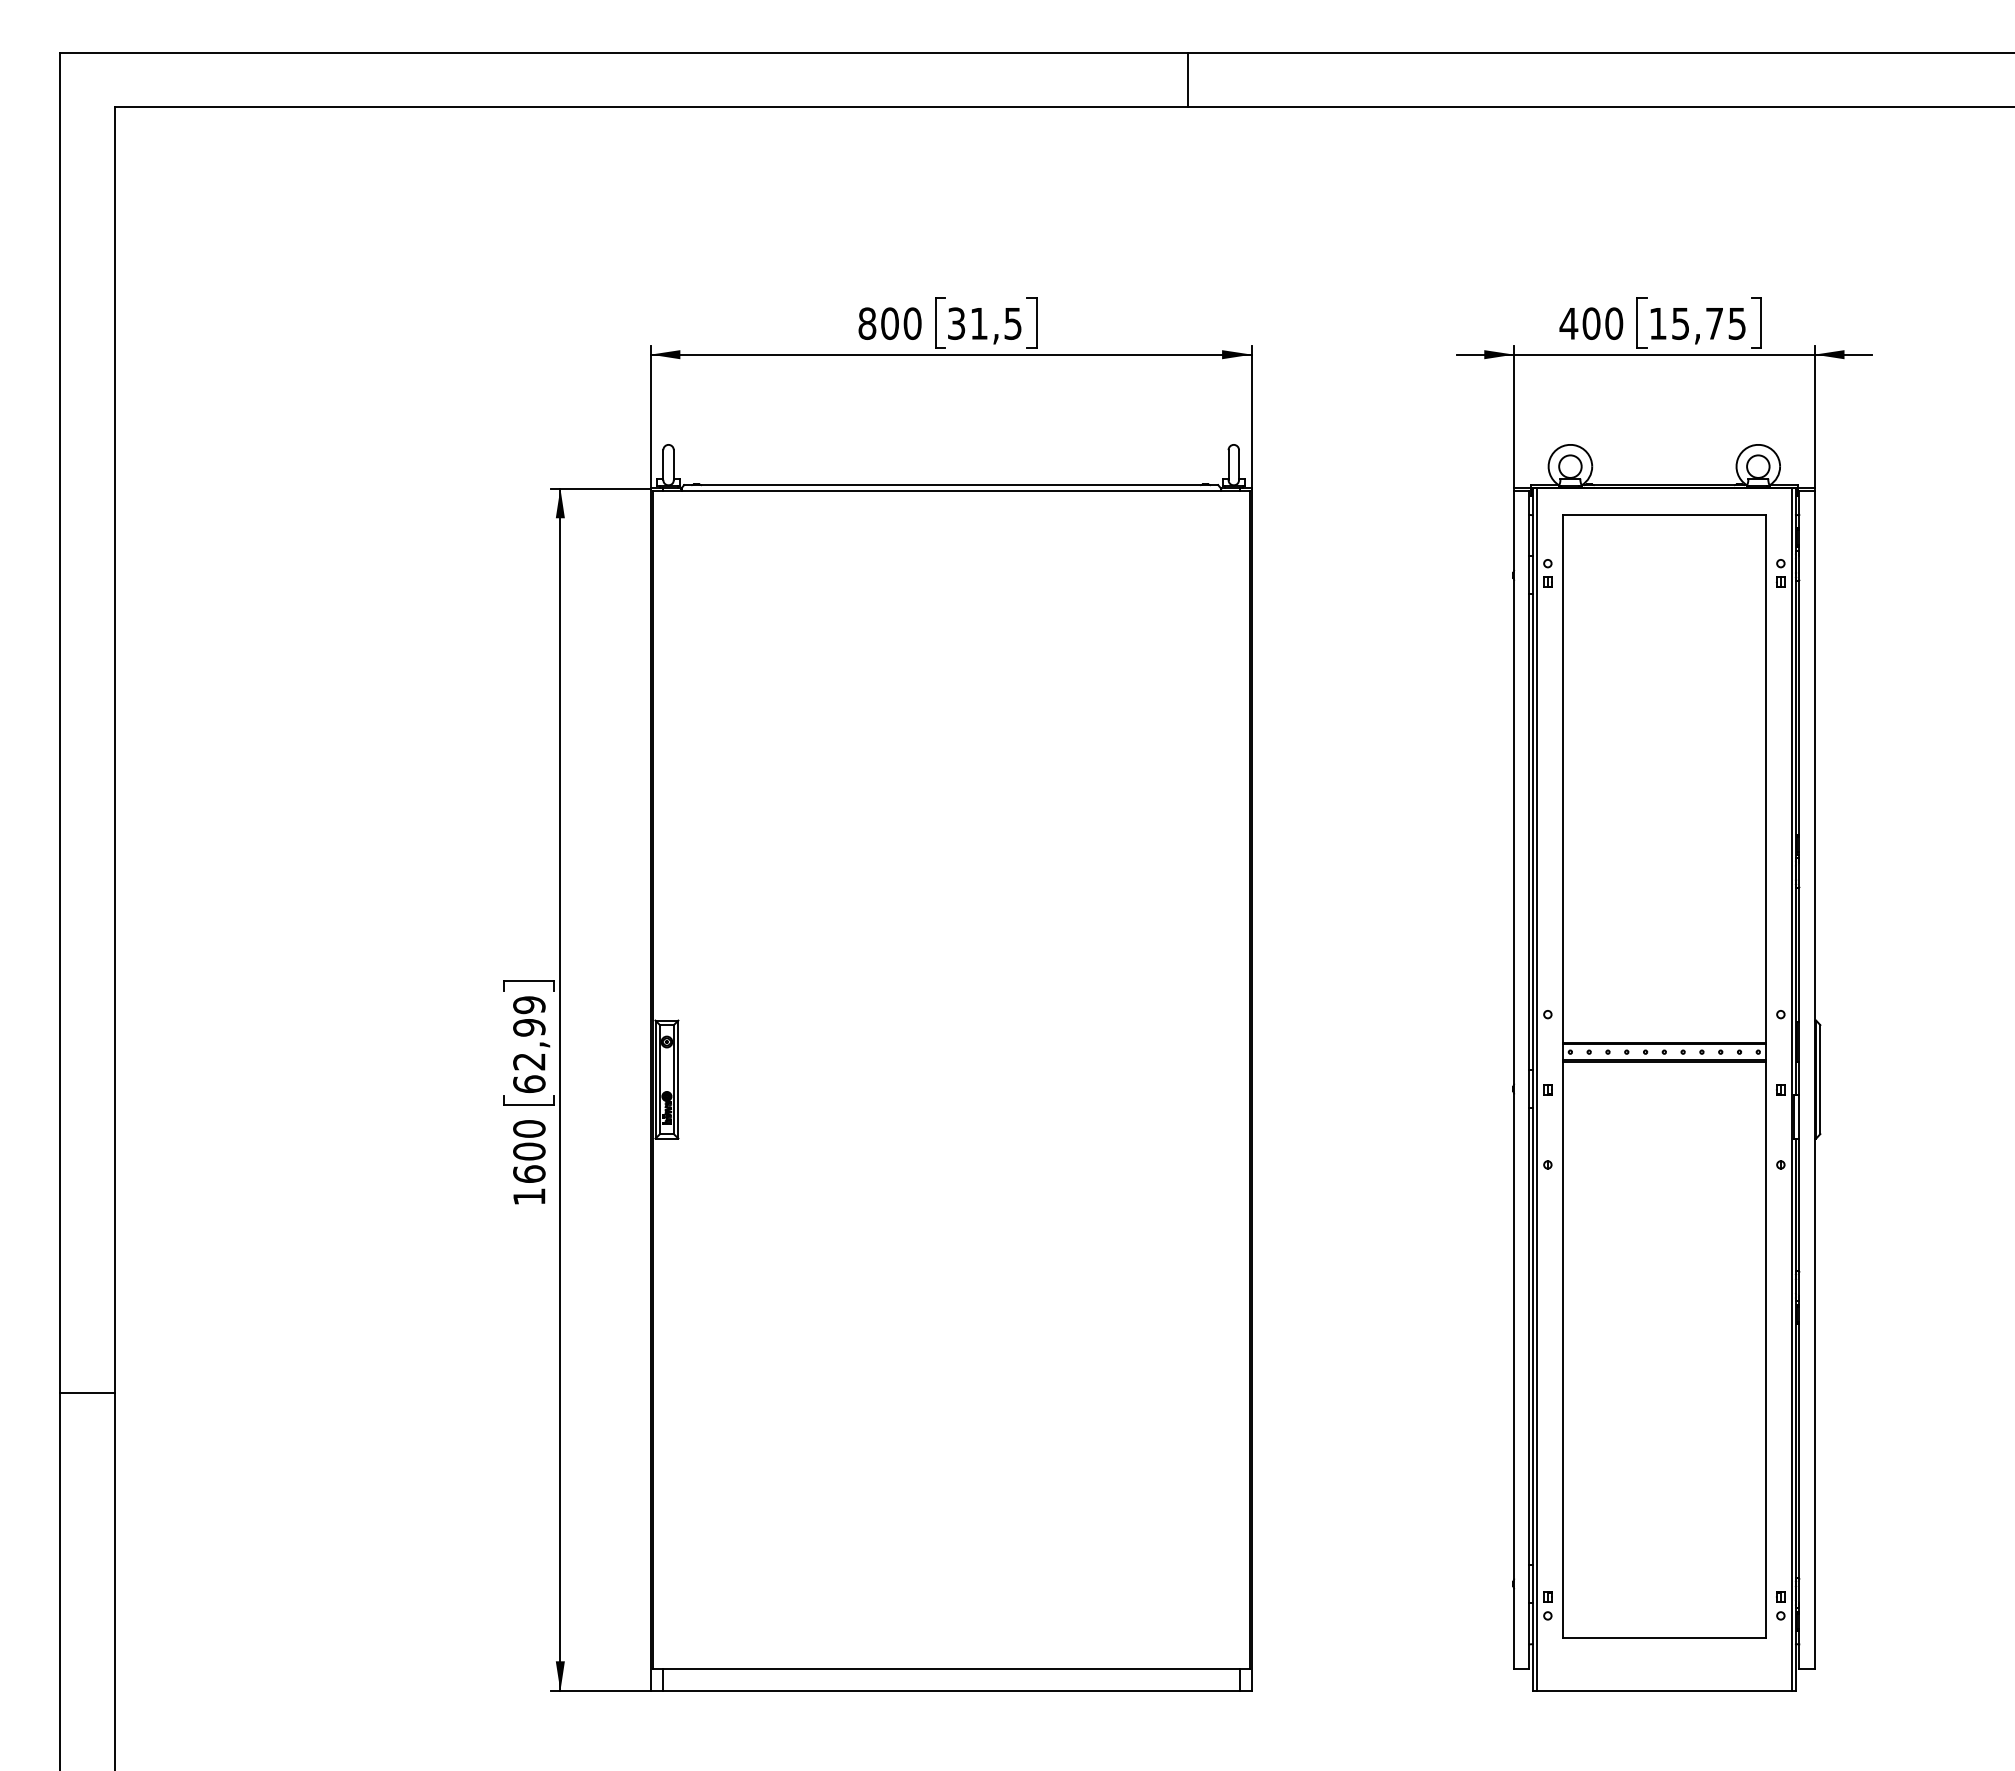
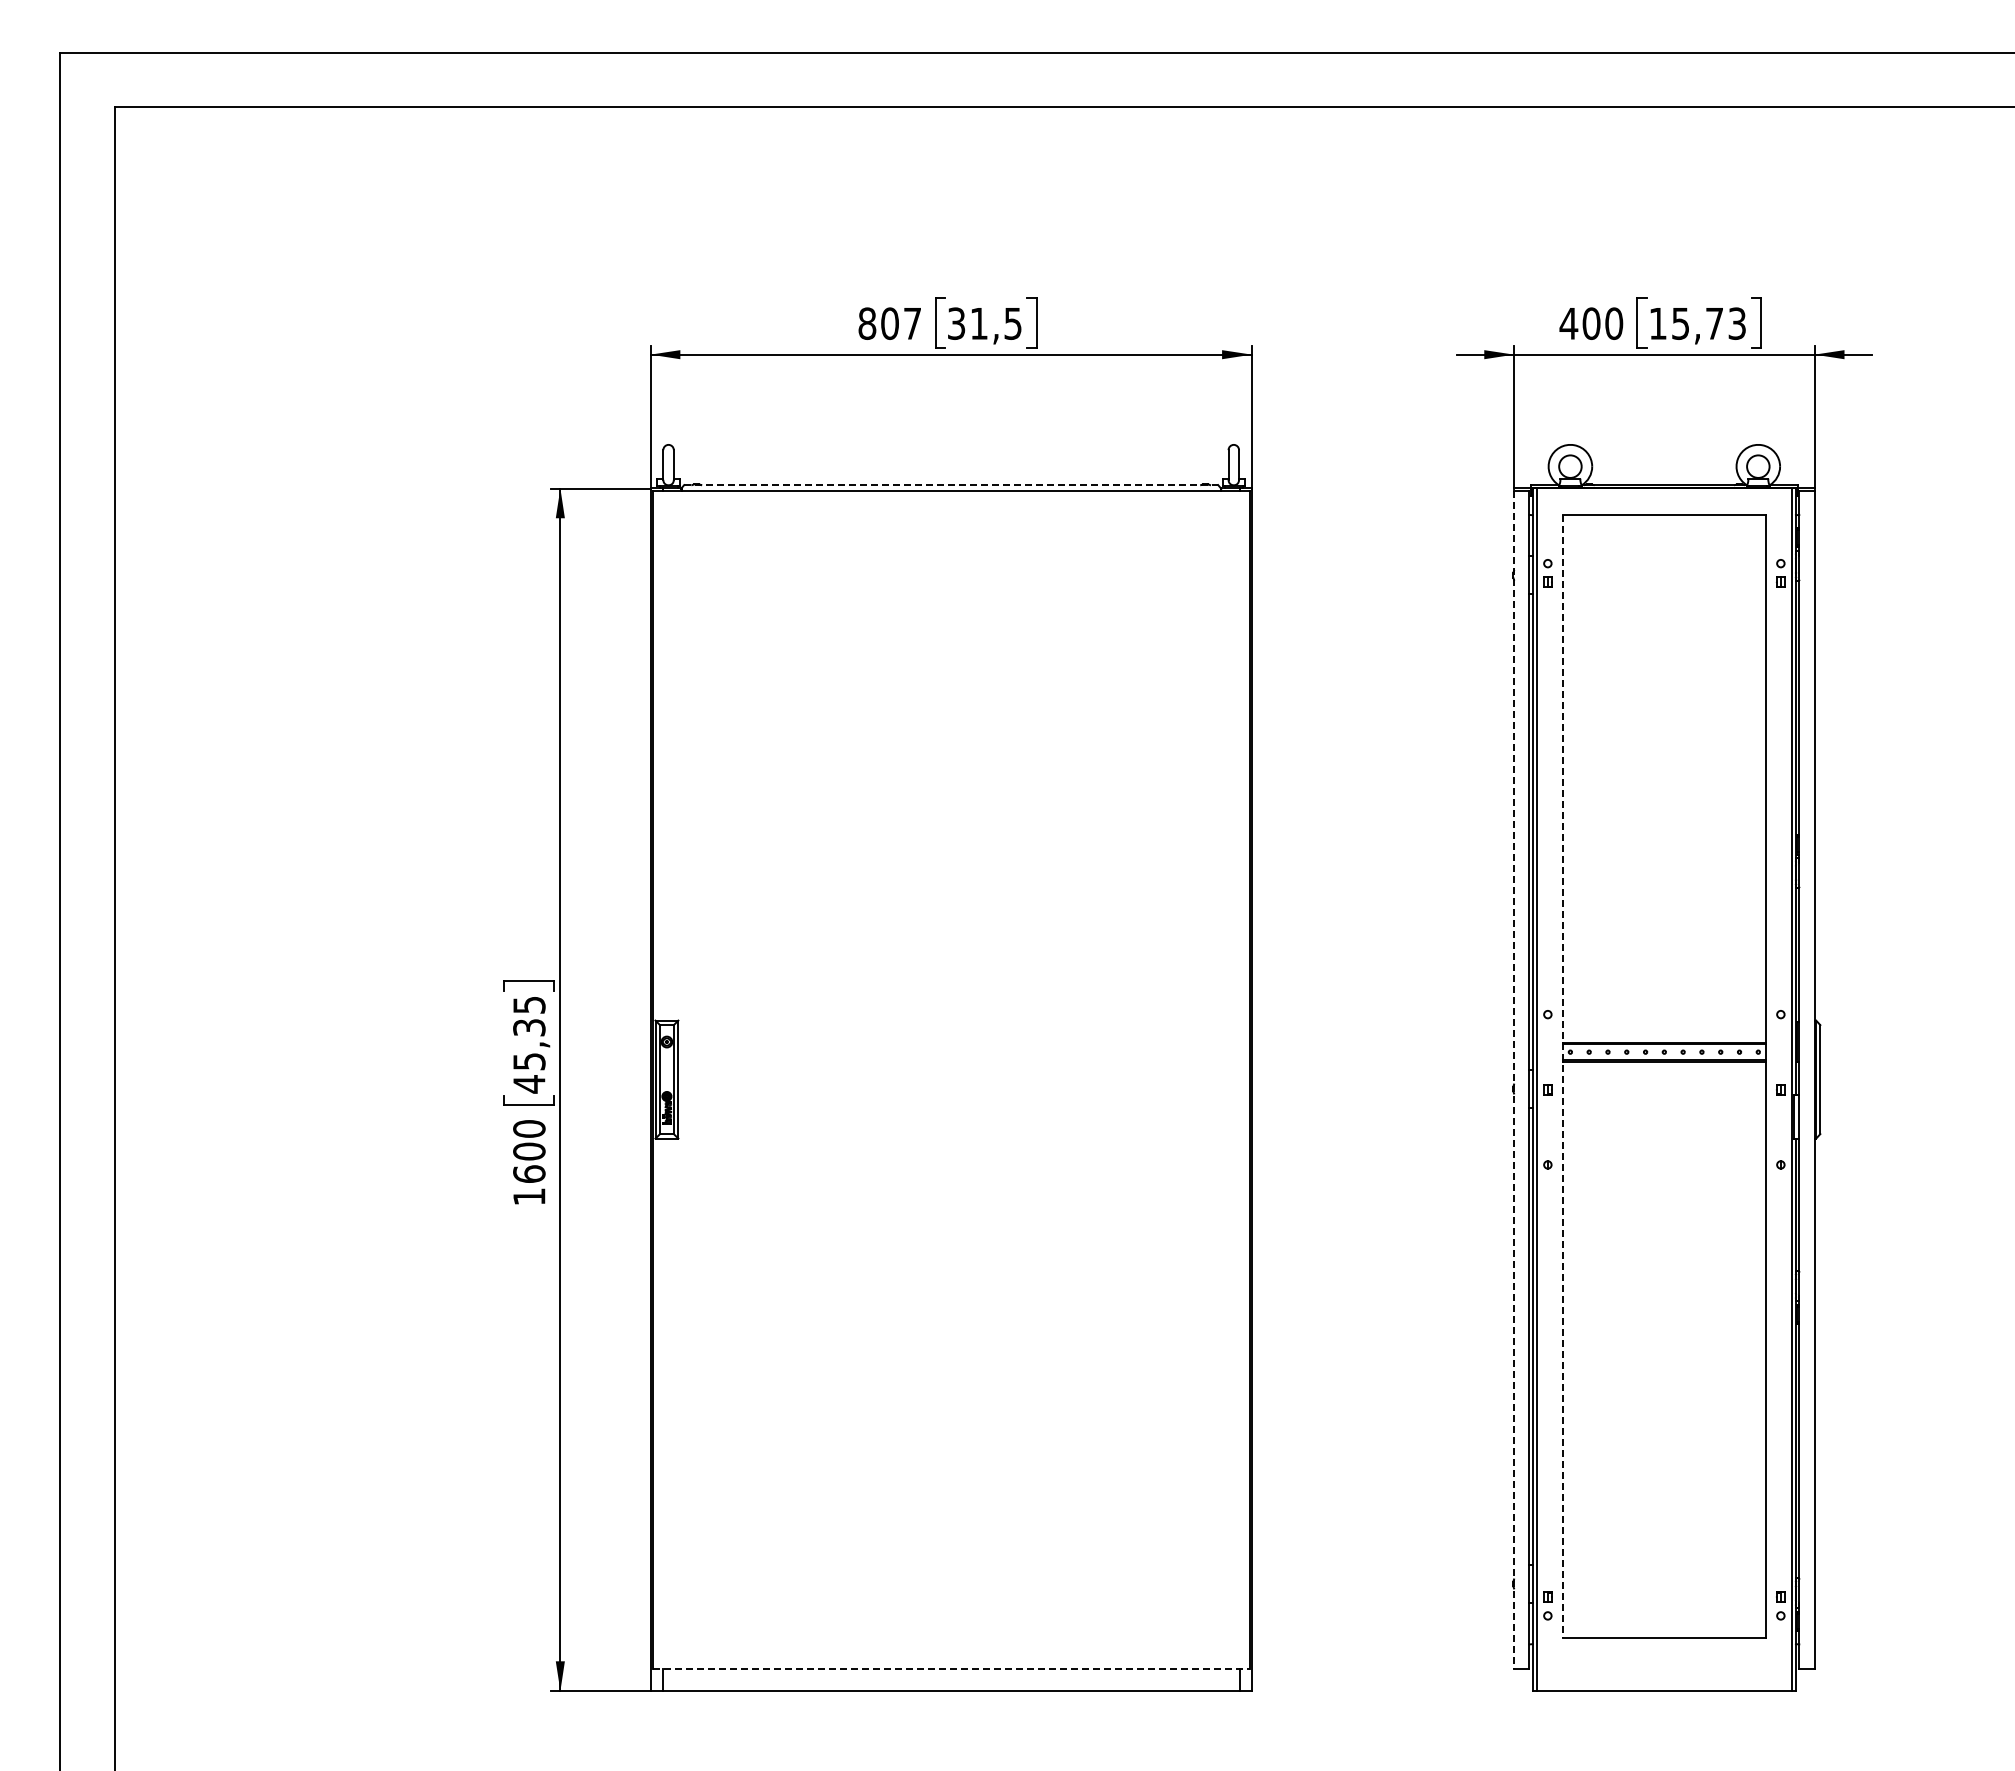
line at (1187, 80): present -> none
text at (912, 323): 800 -> 807
text at (1737, 323): 15,75 -> 15,73
line at (951, 485): solid -> dashed
text at (529, 1044): 62,99 -> 45,35
line at (1562, 1076): solid -> dashed
line at (1514, 1079): solid -> dashed
line at (87, 1392): present -> none
line at (951, 1668): solid -> dashed
